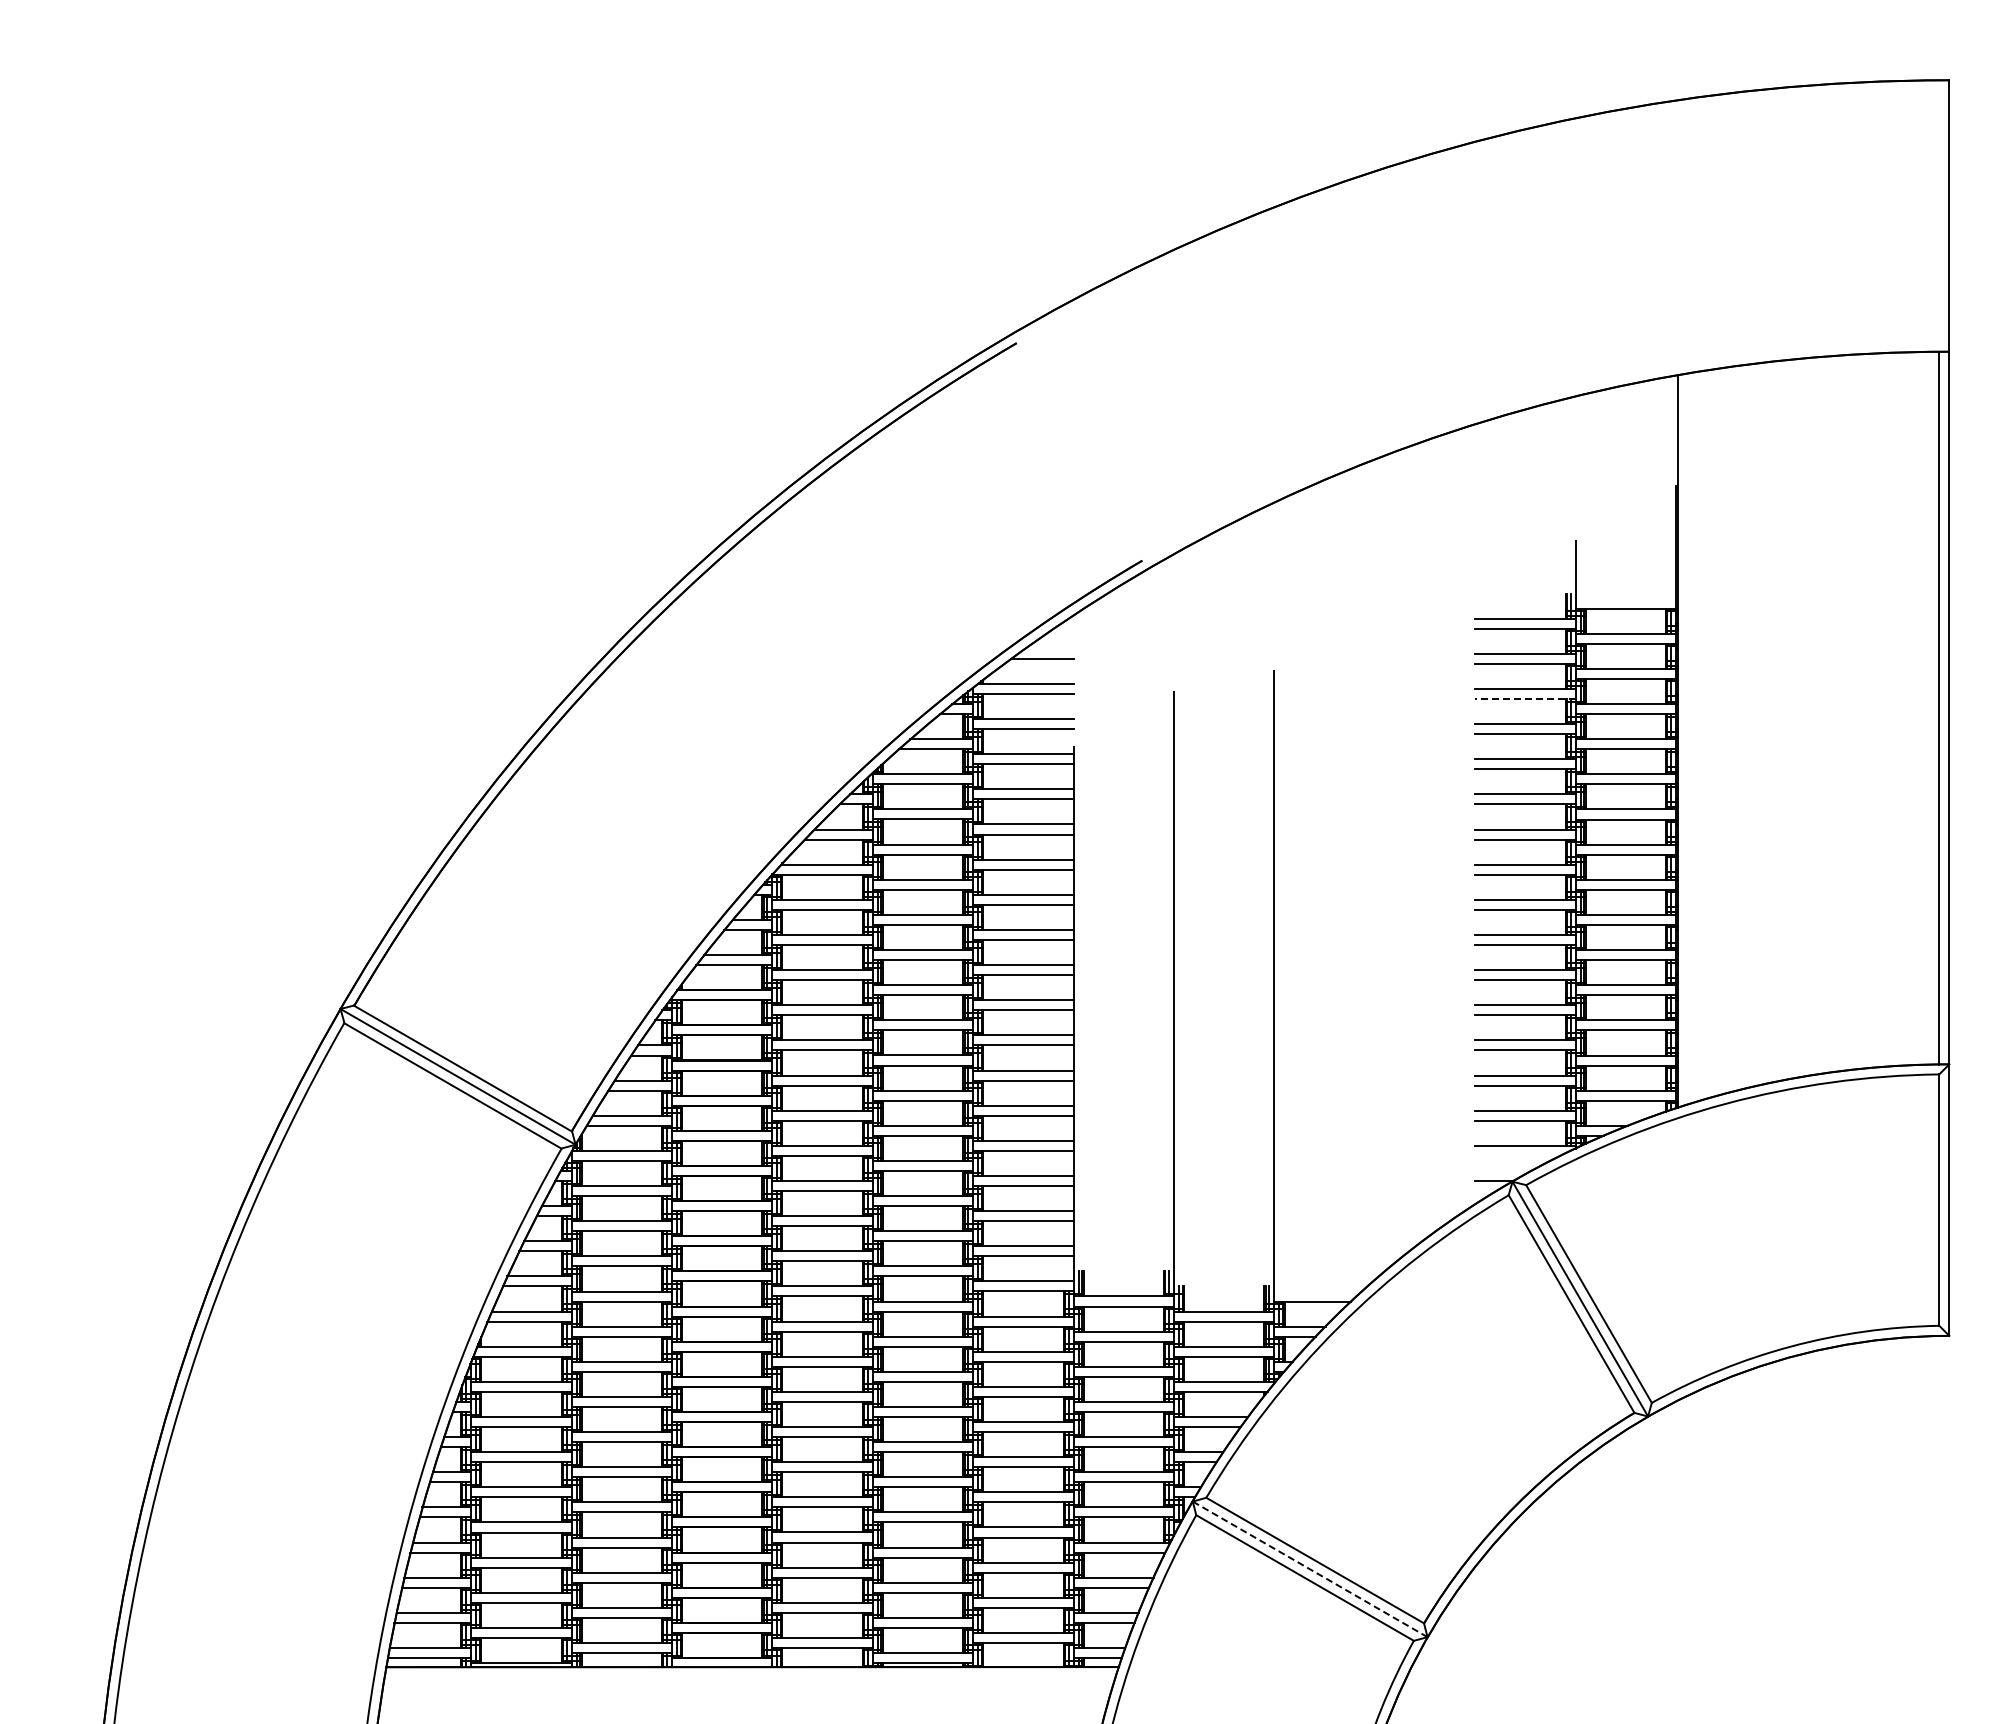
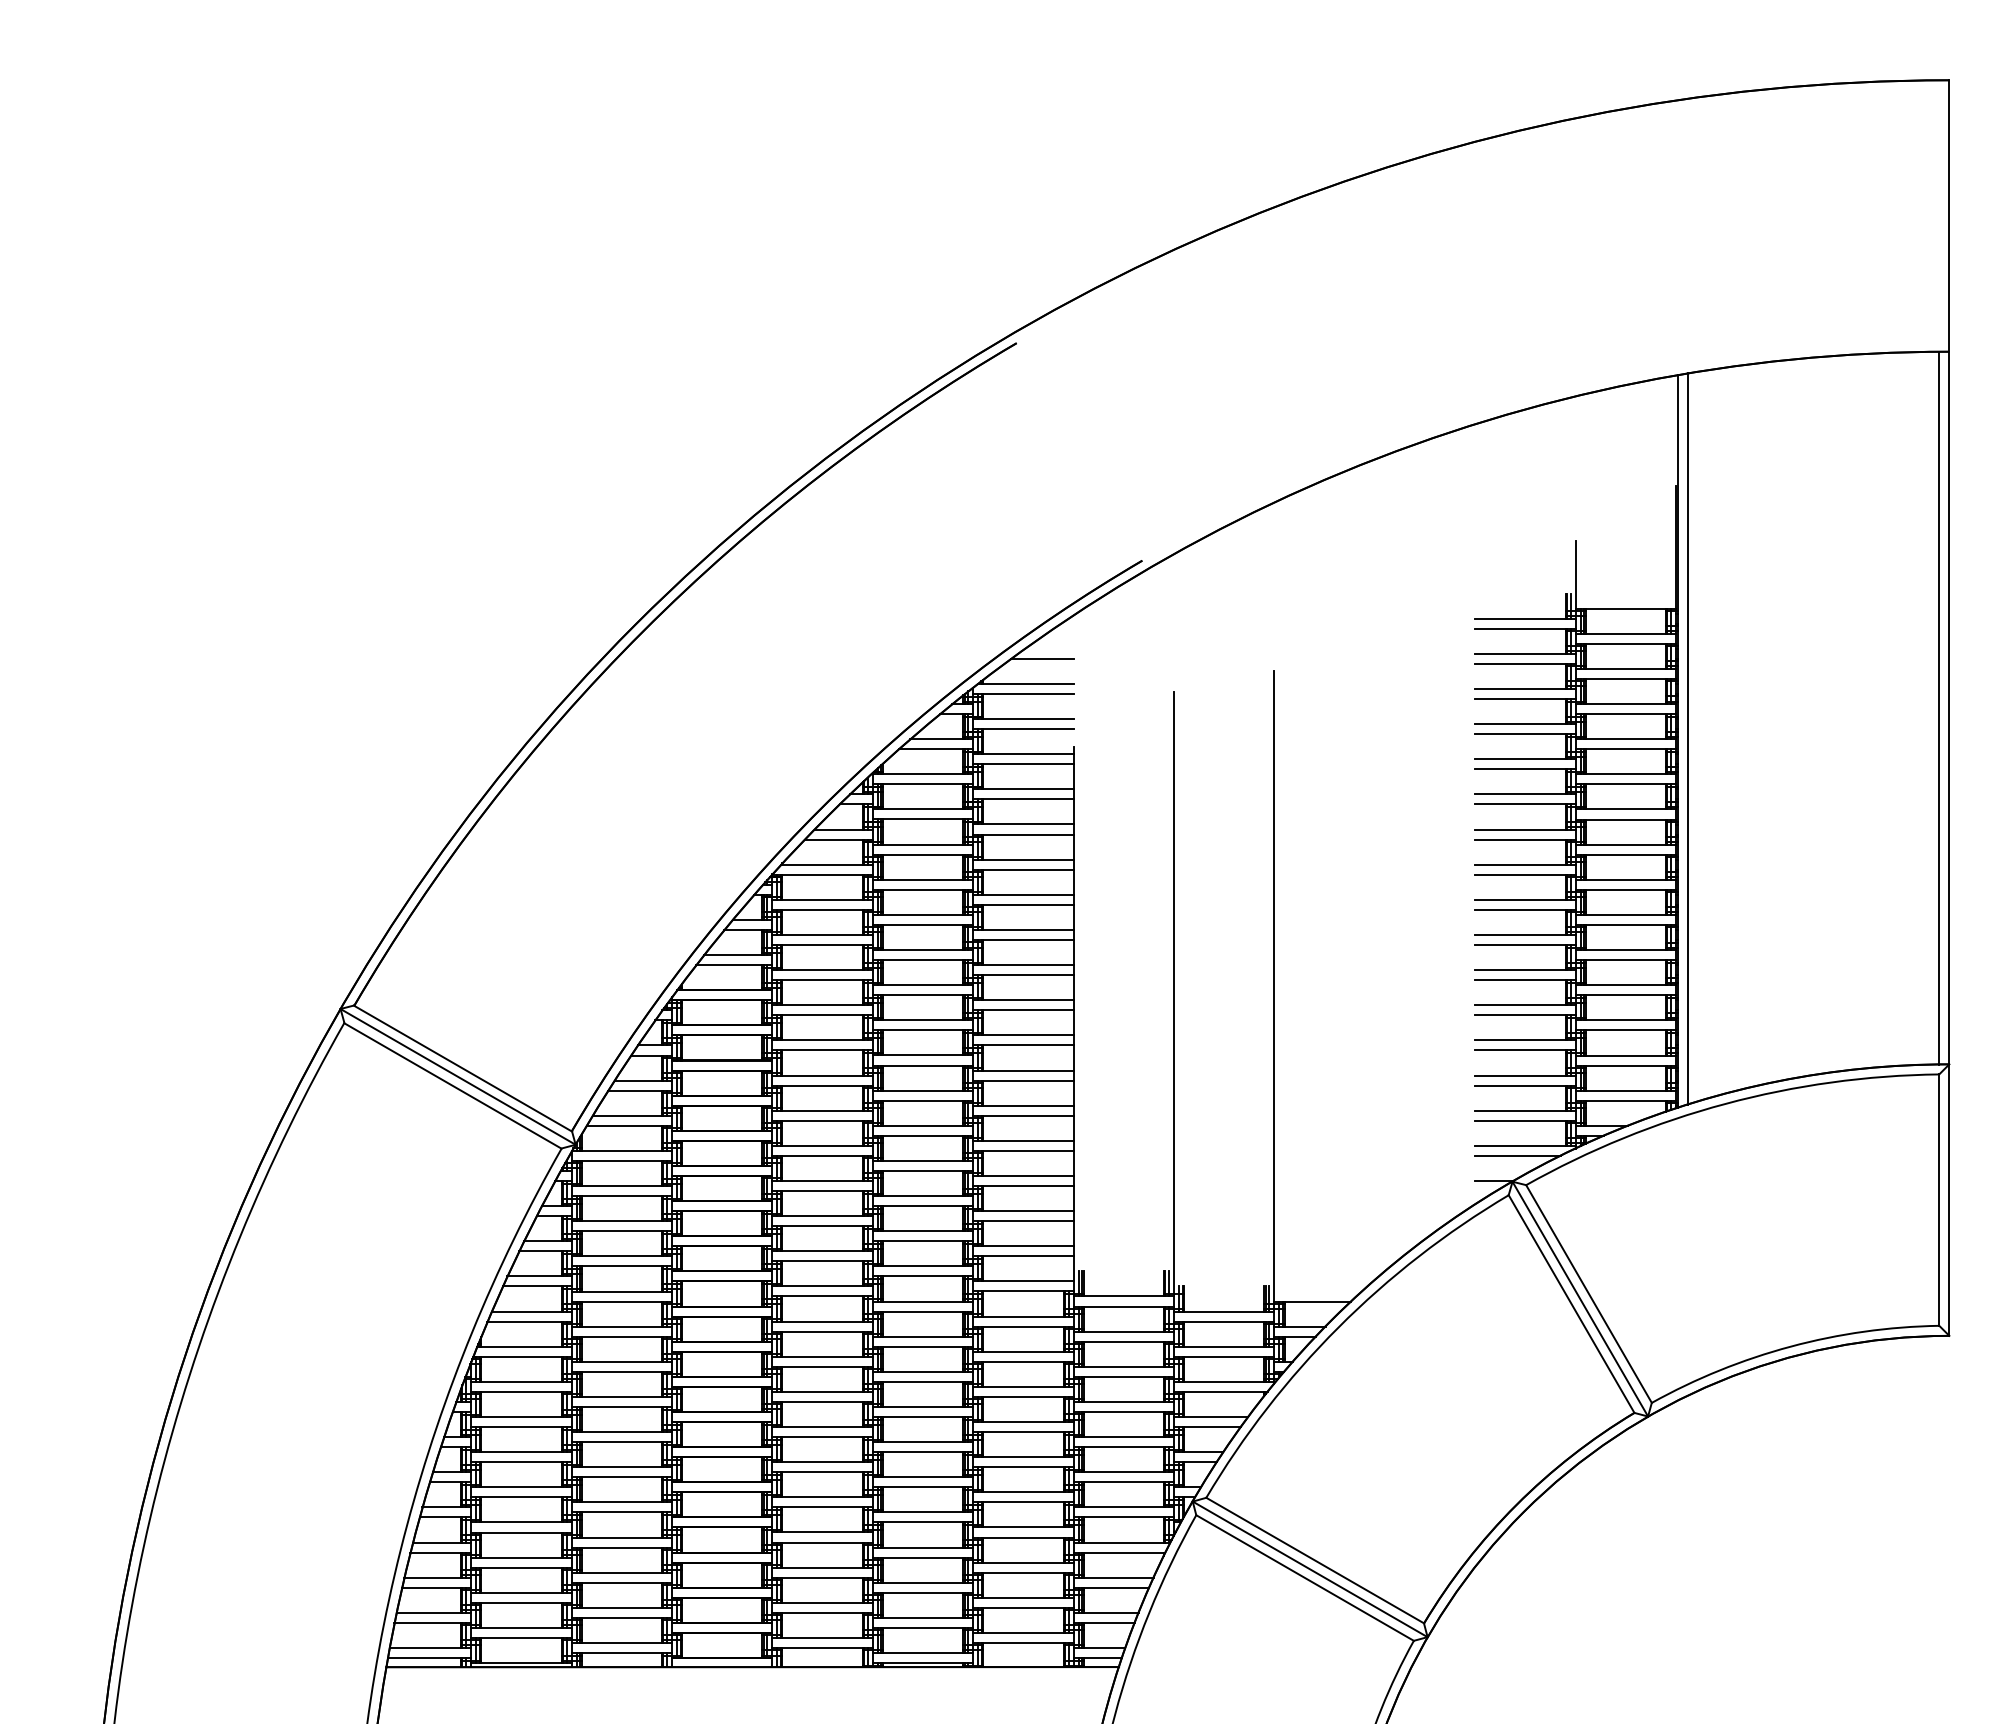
line at (1525, 699): dashed -> solid
line at (1688, 738): none -> present
line at (1517, 1155): none -> present
line at (1310, 1569): dashed -> solid
